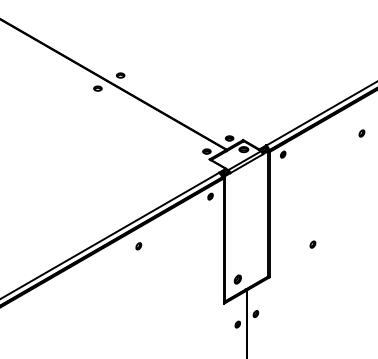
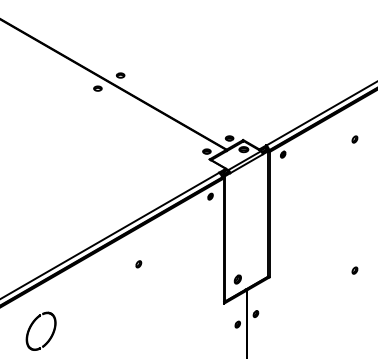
part at (361, 133) position: (361, 133) -> (354, 139)
part at (312, 244) position: (312, 244) -> (354, 270)
part at (138, 246) position: (138, 246) -> (138, 264)
part at (33, 324): none -> present
